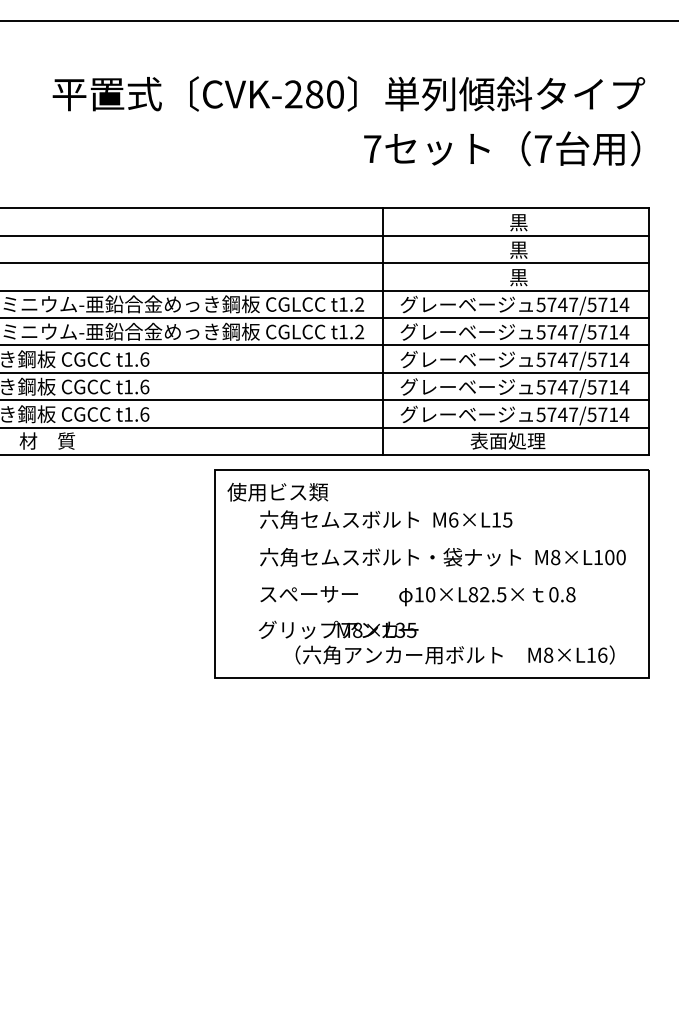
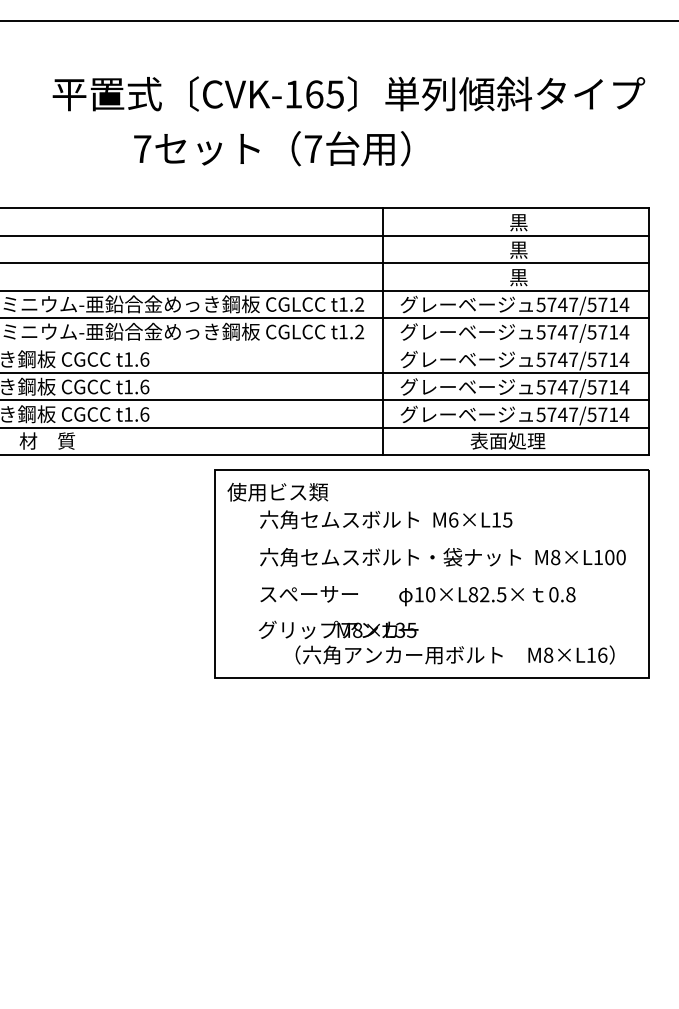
text at (314, 94): CVK-280 -> CVK-165
text at (502, 148) position: (502, 148) -> (272, 148)
line at (325, 345): present -> none
